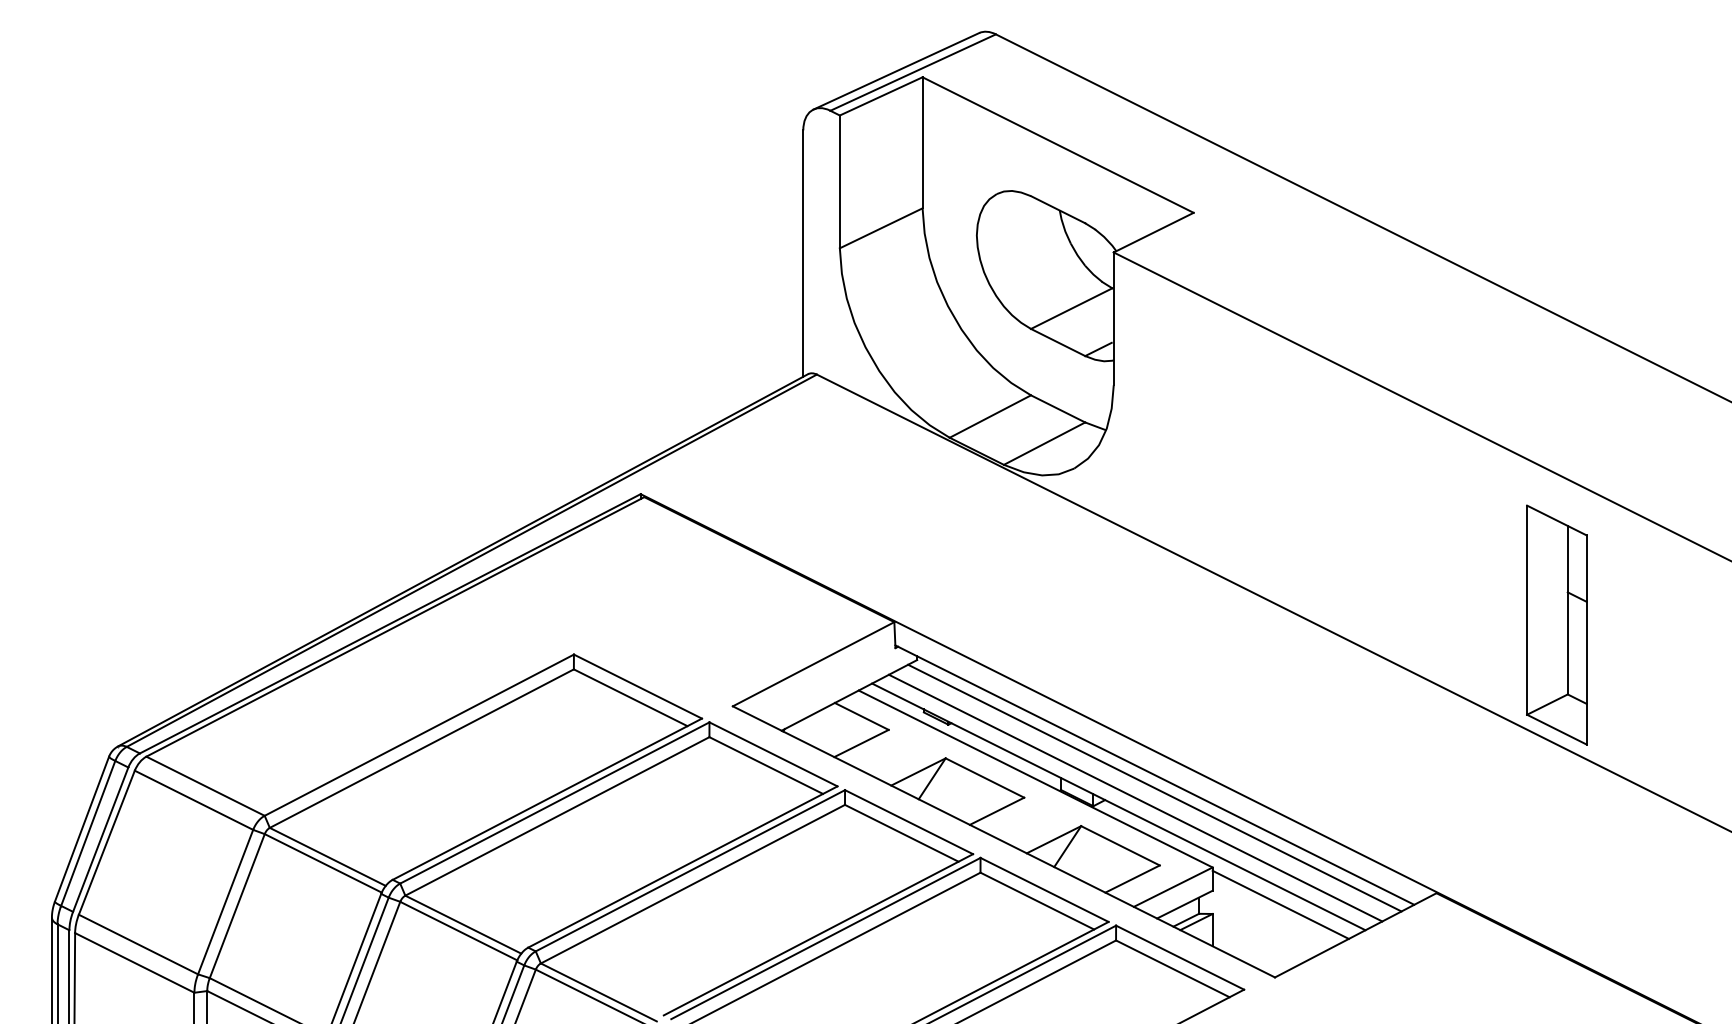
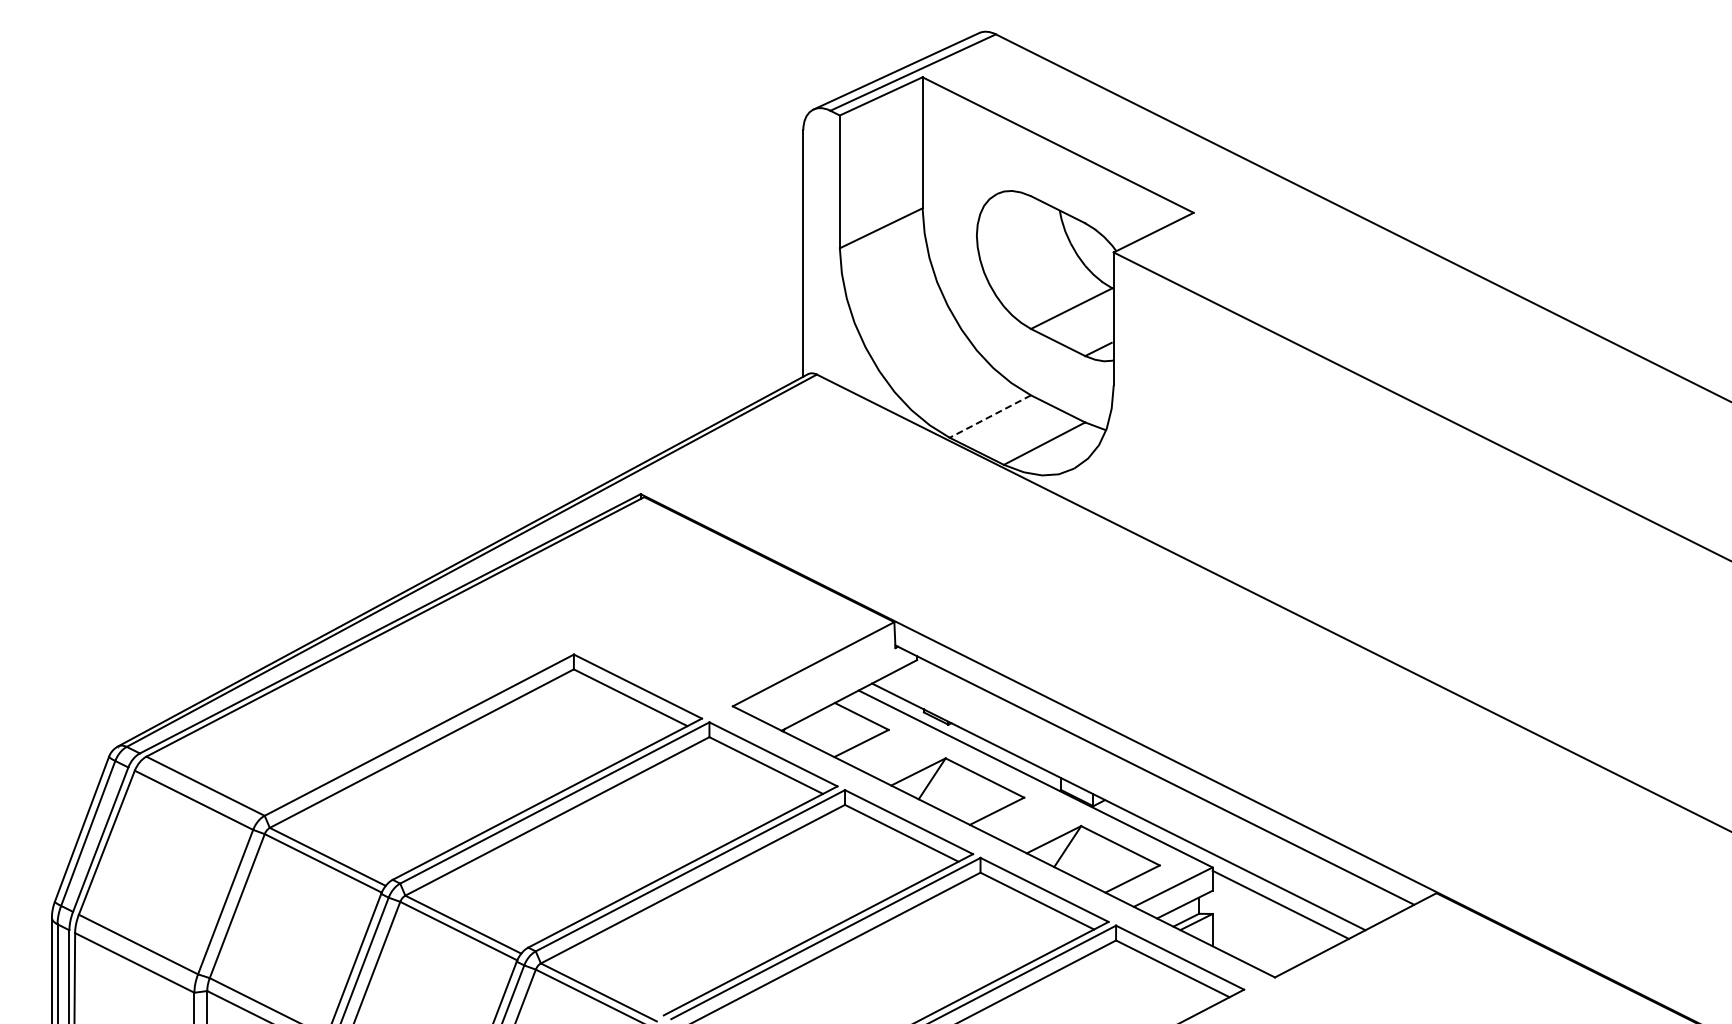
line at (990, 416): solid -> dashed
part at (1556, 624): present -> none
line at (1154, 787): present -> none
line at (1135, 797): present -> none
